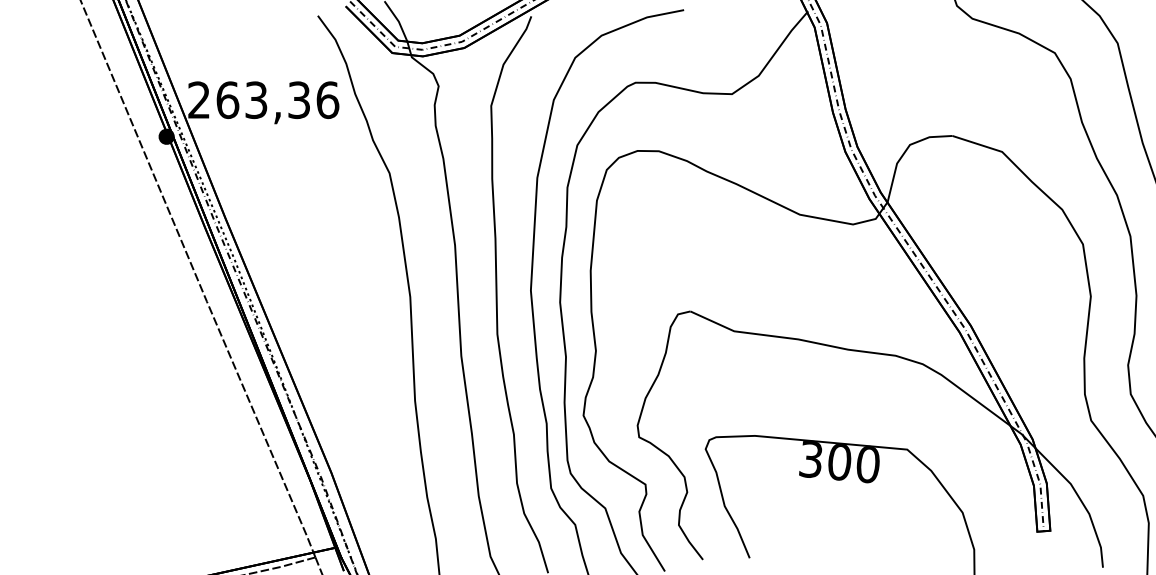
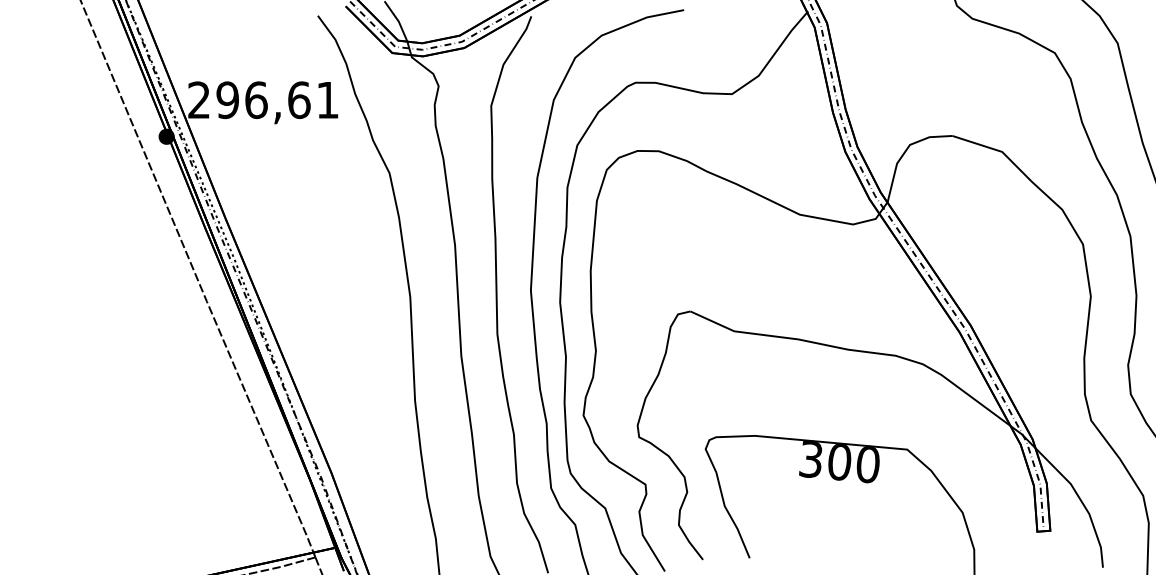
text at (277, 100): 263,36 -> 296,61
